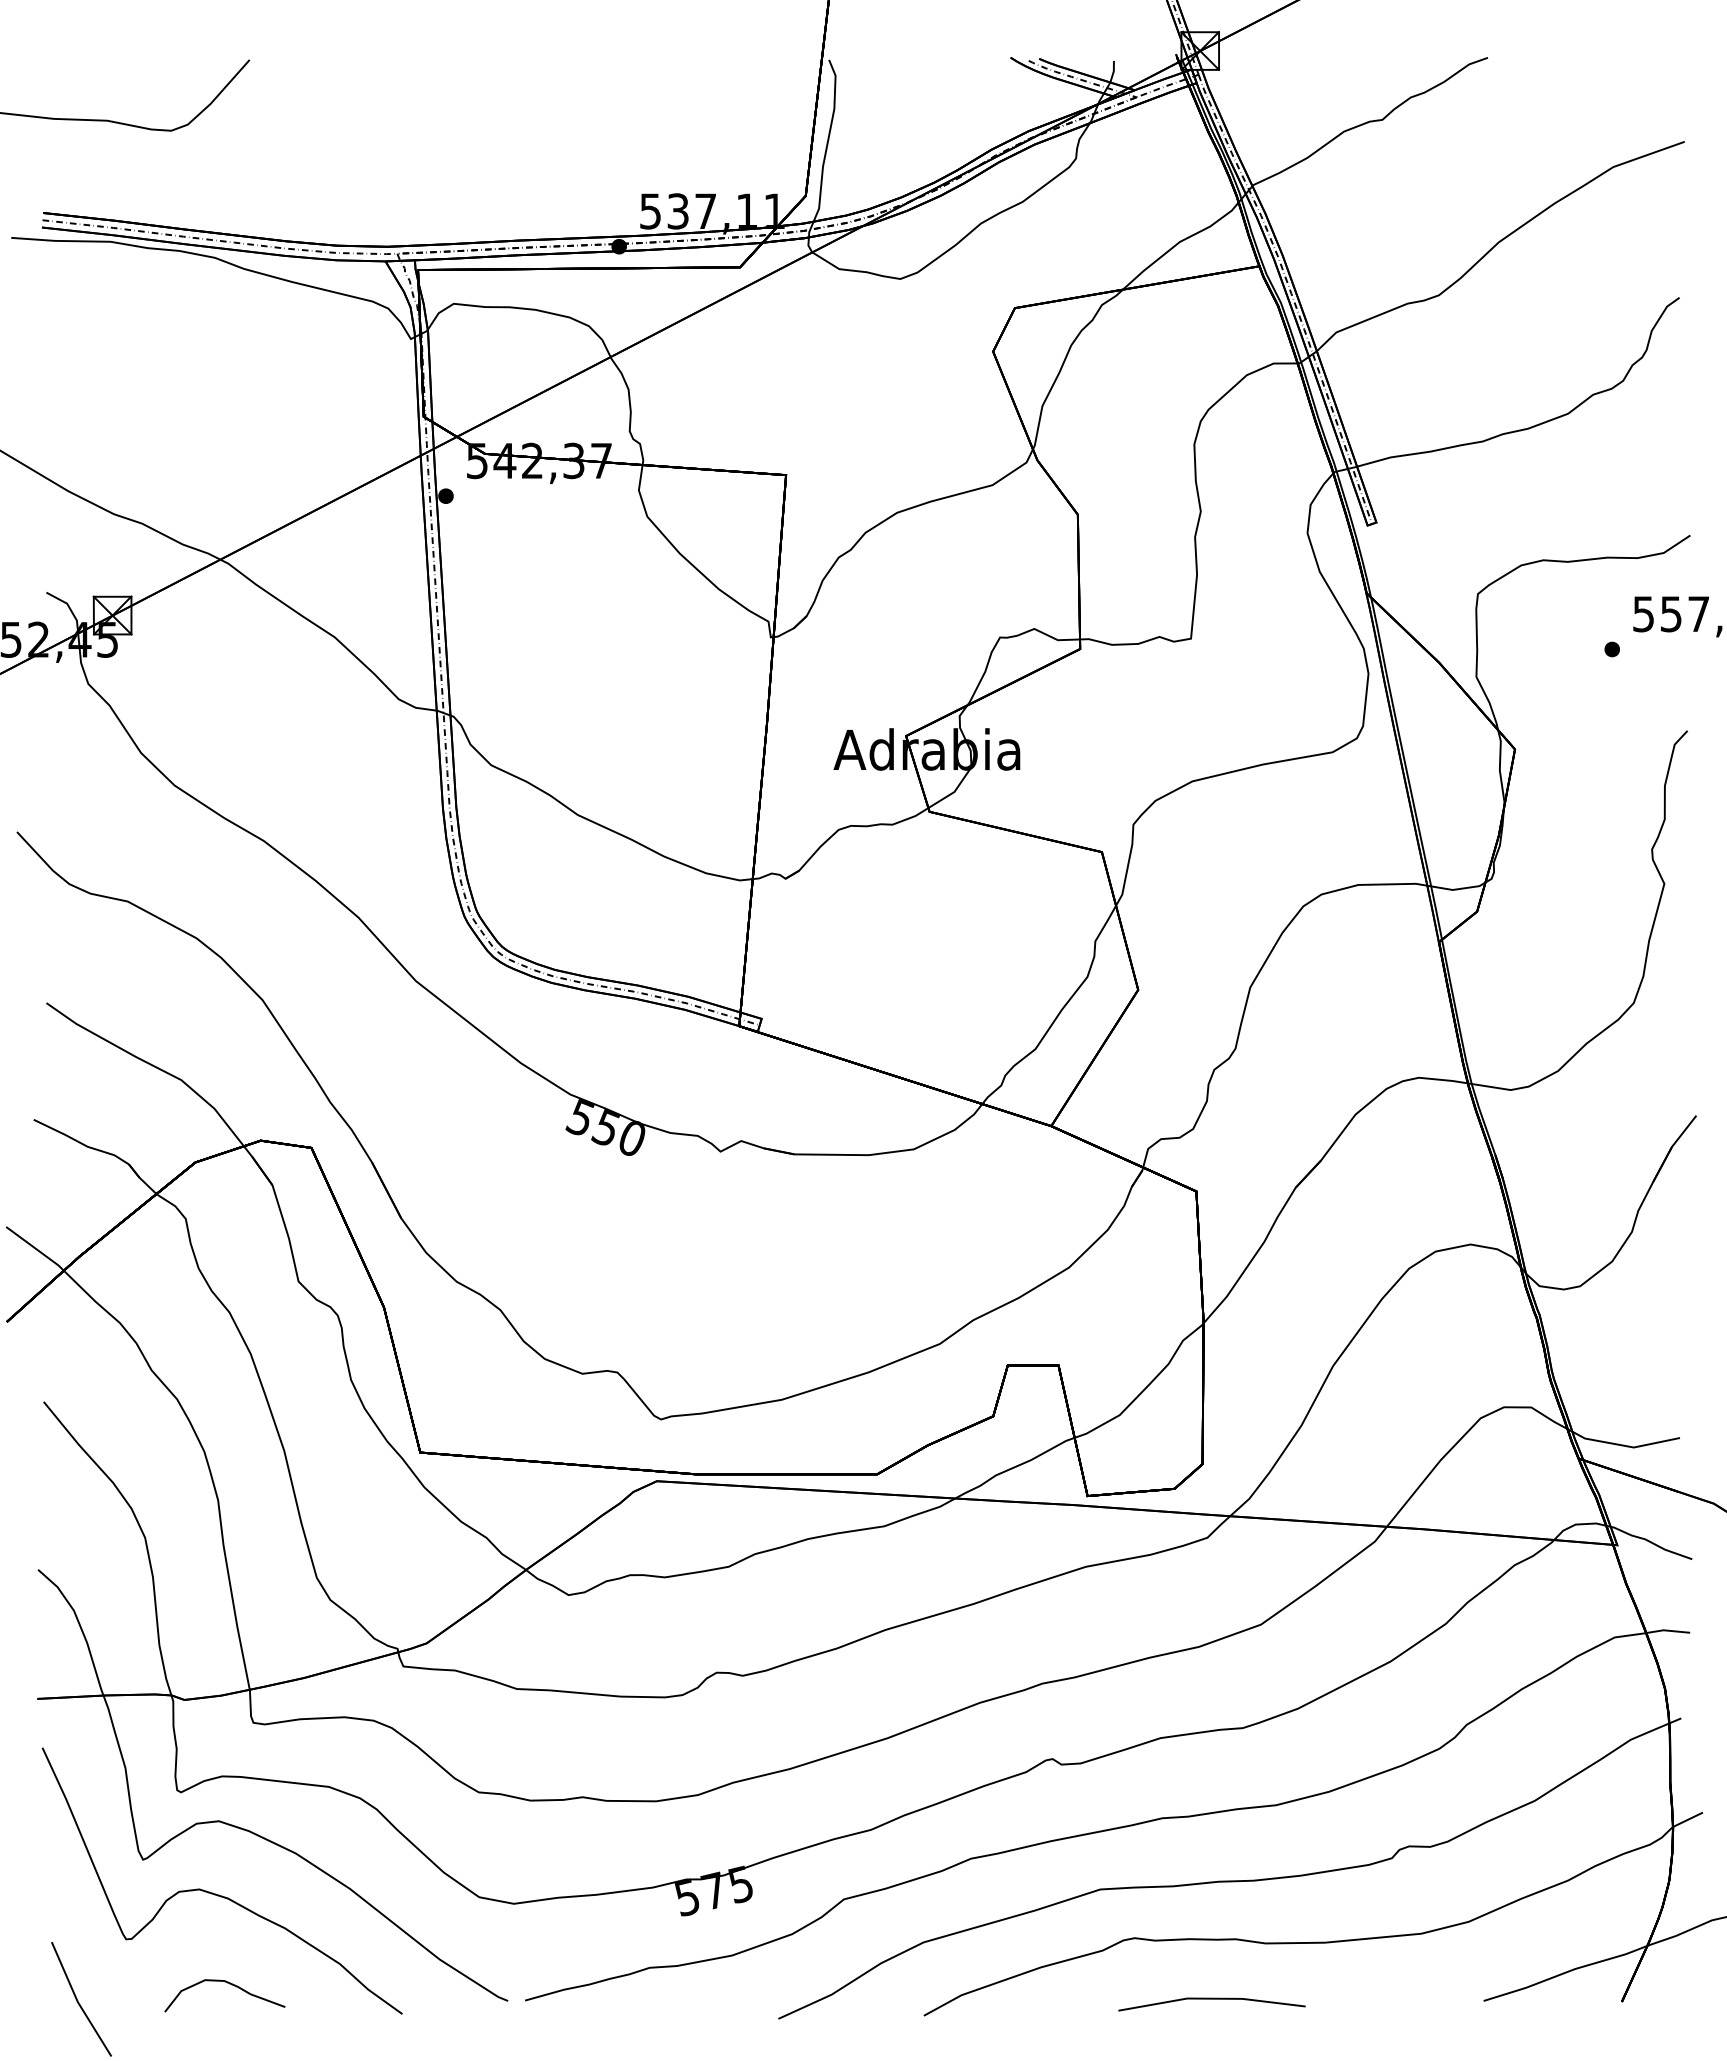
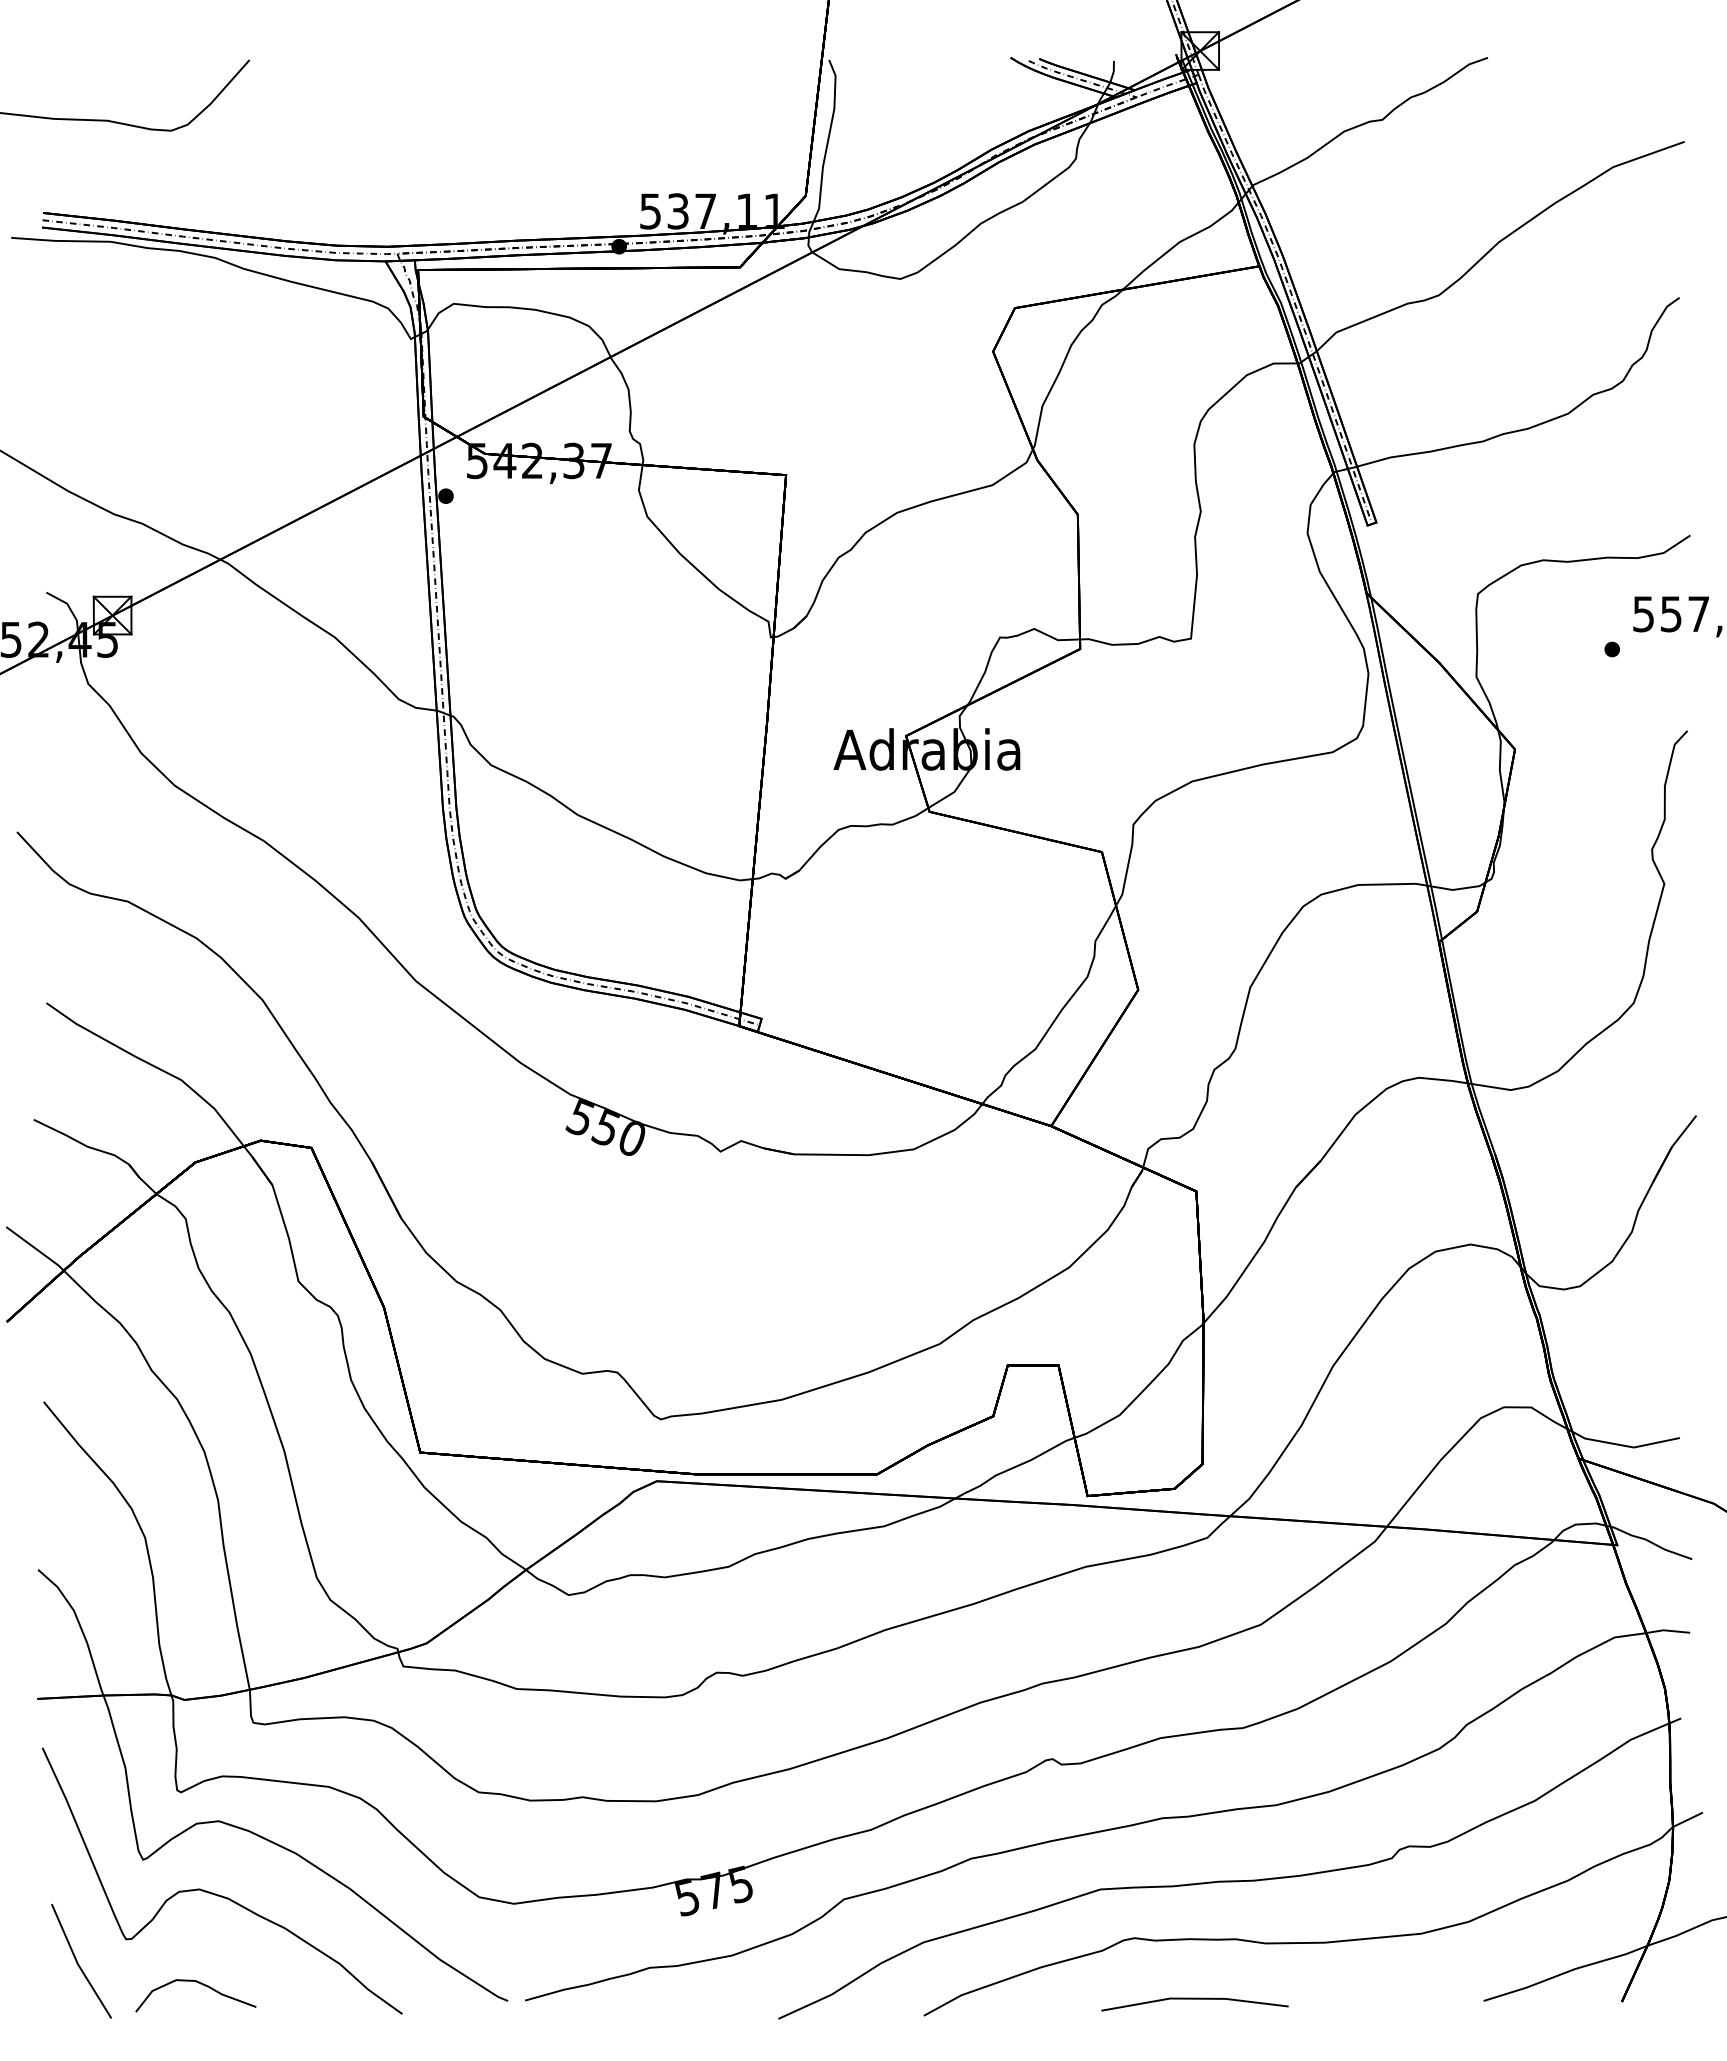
curve at (229, 1984) position: (229, 1984) -> (200, 1984)
line at (1211, 1999) position: (1211, 1999) -> (1194, 1999)
line at (78, 2000) position: (78, 2000) -> (78, 1962)
